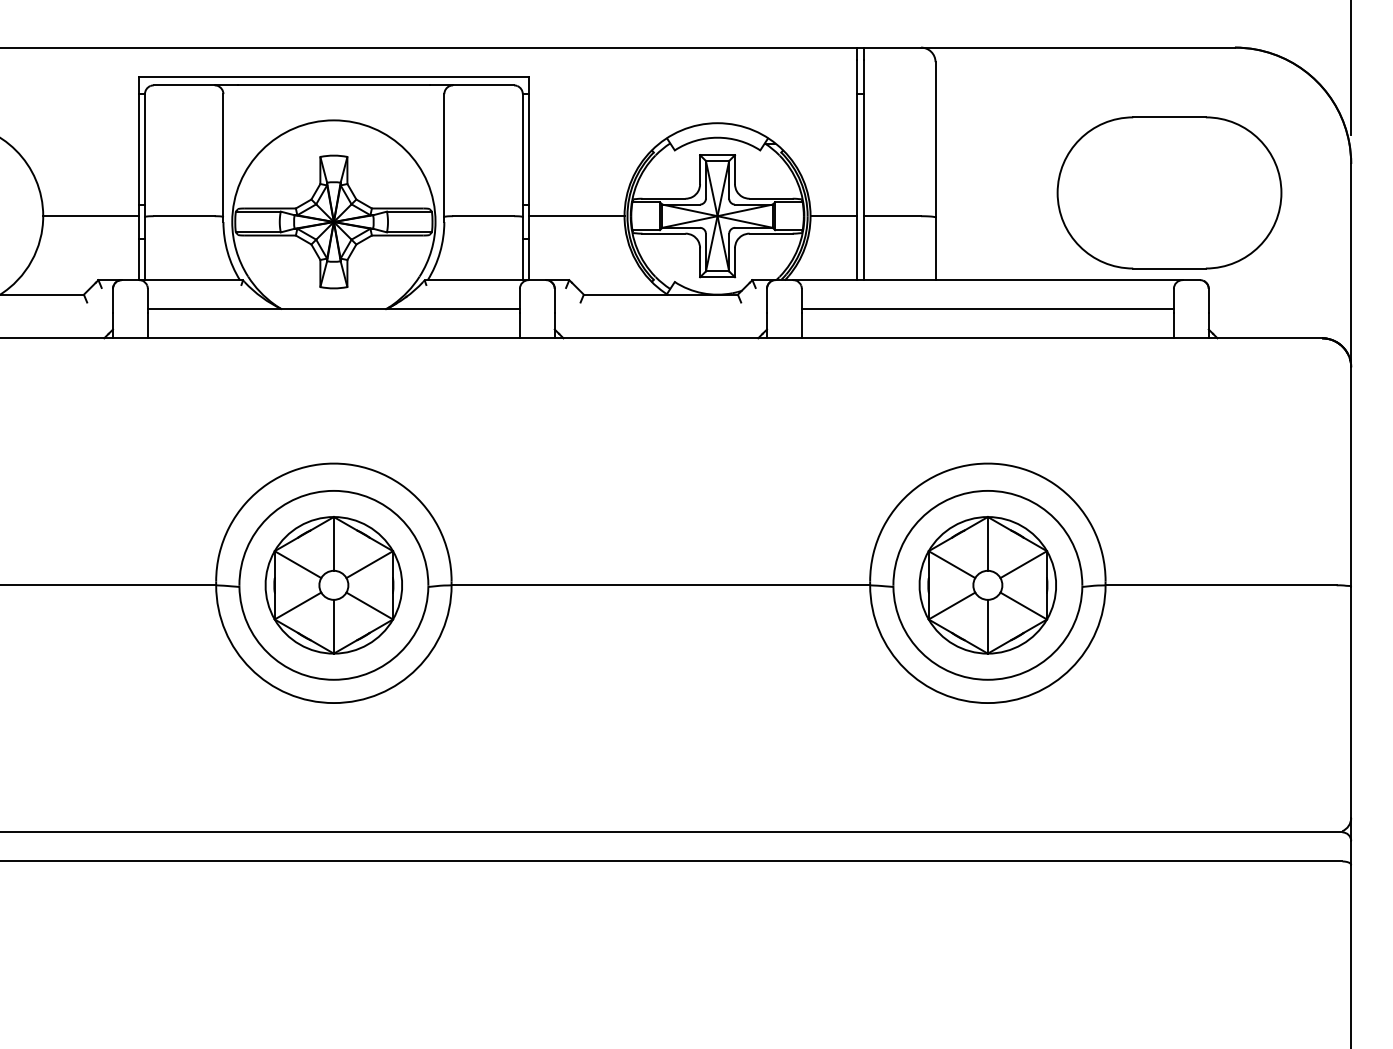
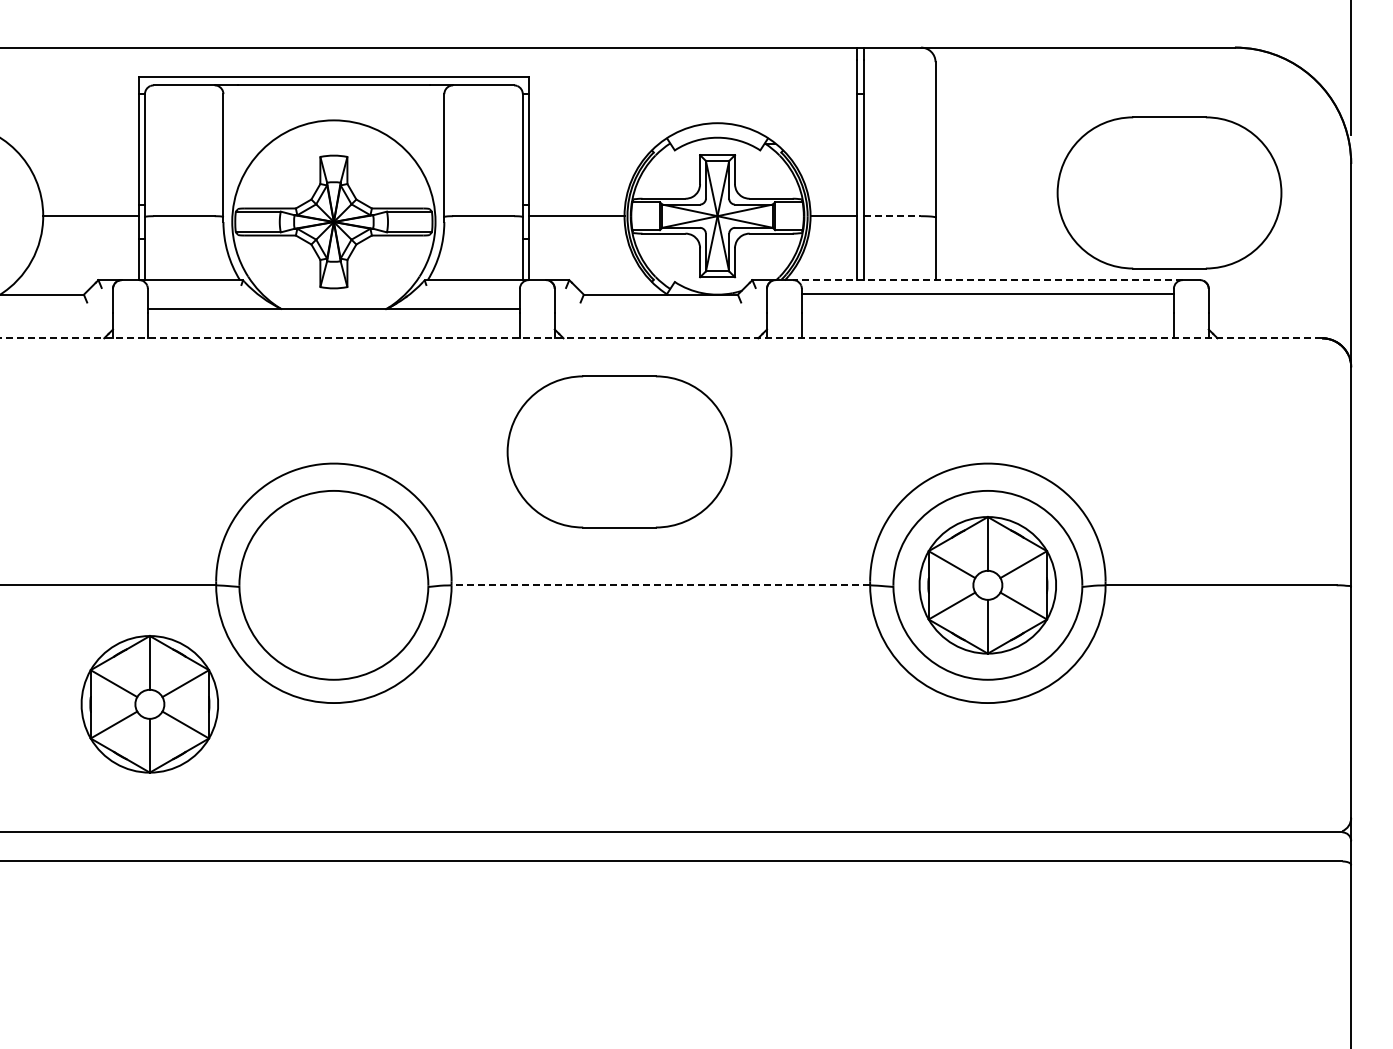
line at (893, 216): solid -> dashed
line at (987, 280): solid -> dashed
line at (987, 309) position: (987, 309) -> (987, 294)
line at (661, 338): solid -> dashed
part at (619, 451): none -> present
part at (333, 585) position: (333, 585) -> (149, 704)
line at (660, 585): solid -> dashed
